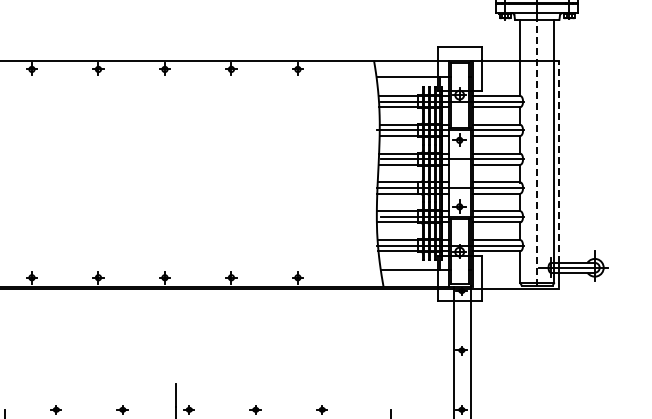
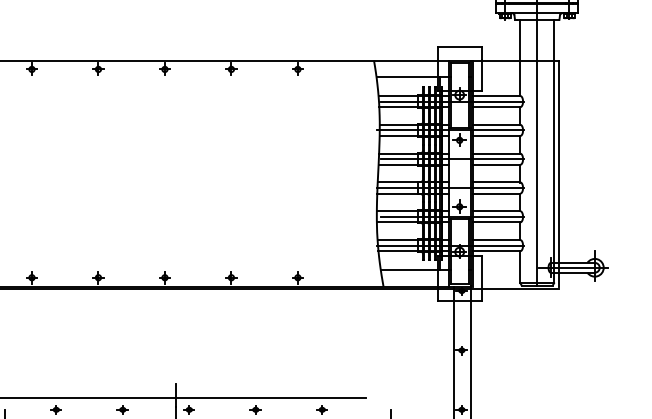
line at (537, 152): dashed -> solid
line at (559, 161): dashed -> solid
line at (183, 397): none -> present
